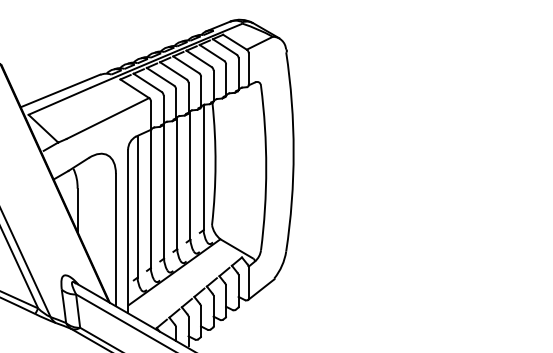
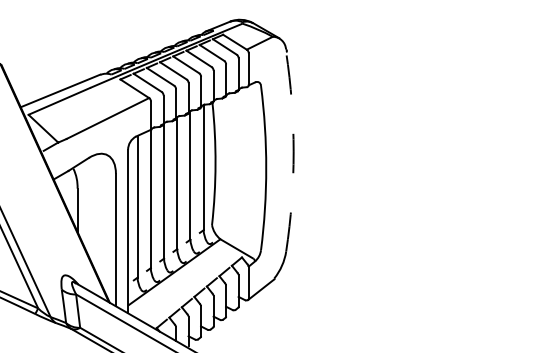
arc at (293, 151): solid -> dashed
